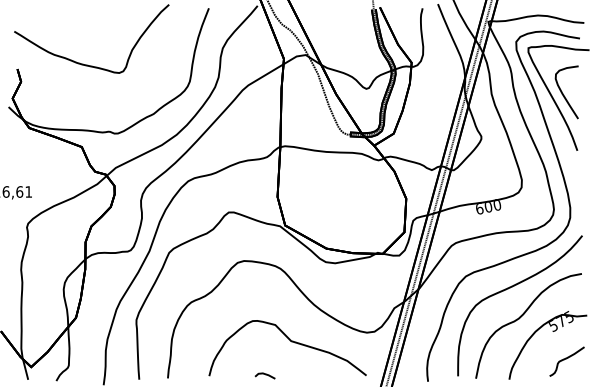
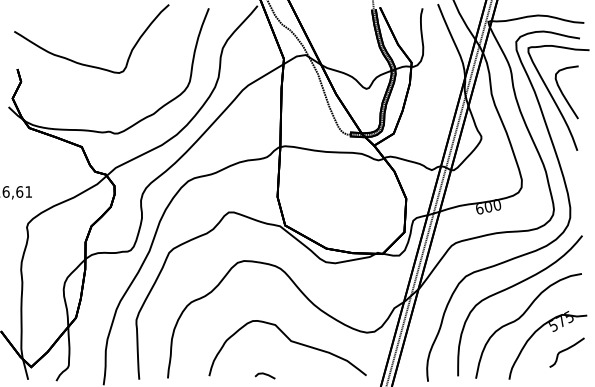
part at (566, 361) position: (566, 361) -> (566, 352)
